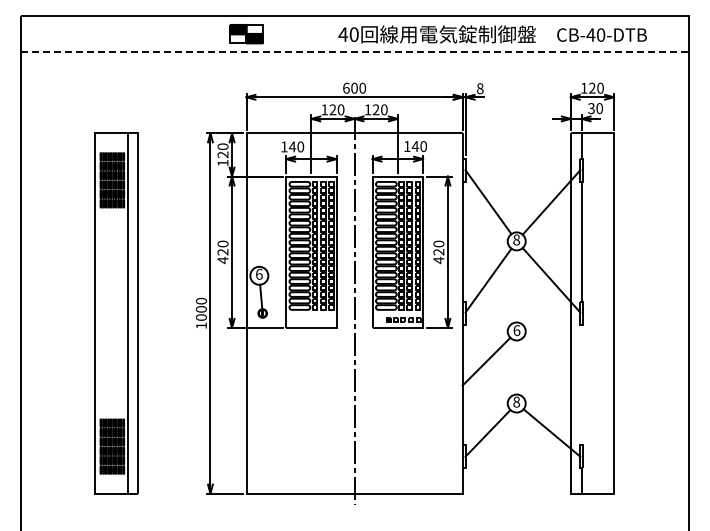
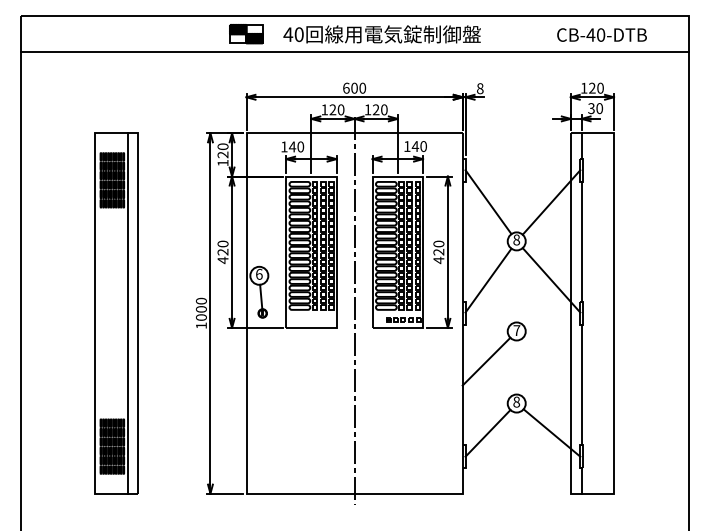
text at (436, 34) position: (436, 34) -> (381, 34)
line at (355, 52): dashed -> solid
text at (516, 330): 6 -> 7
line at (581, 384): none -> present
